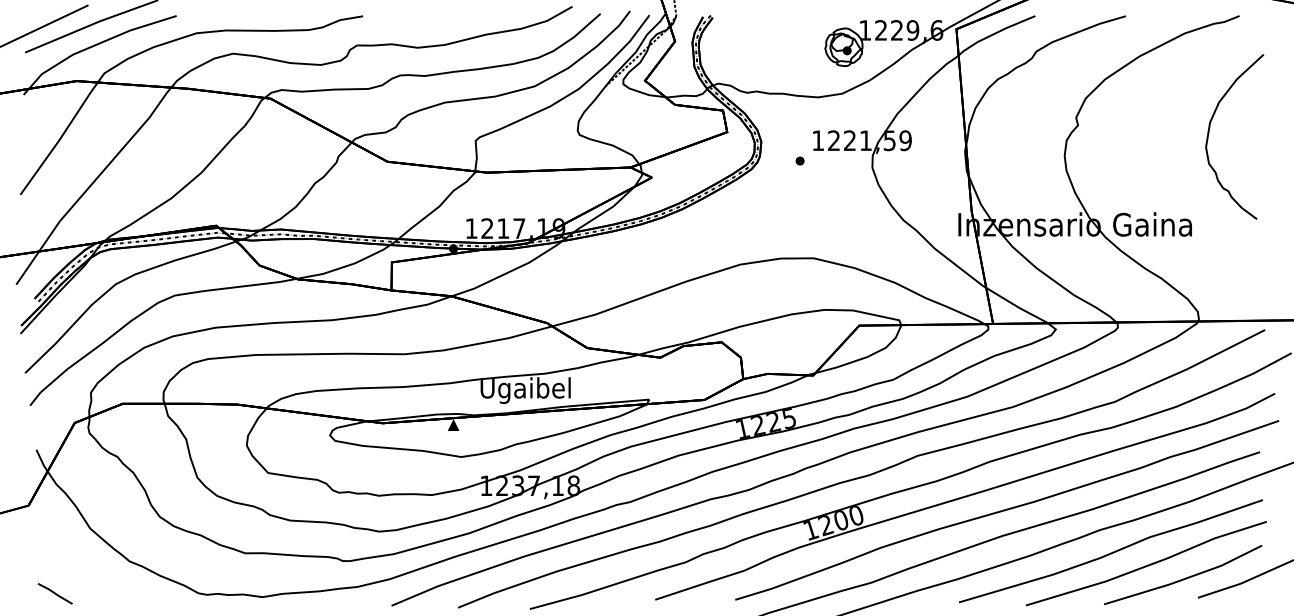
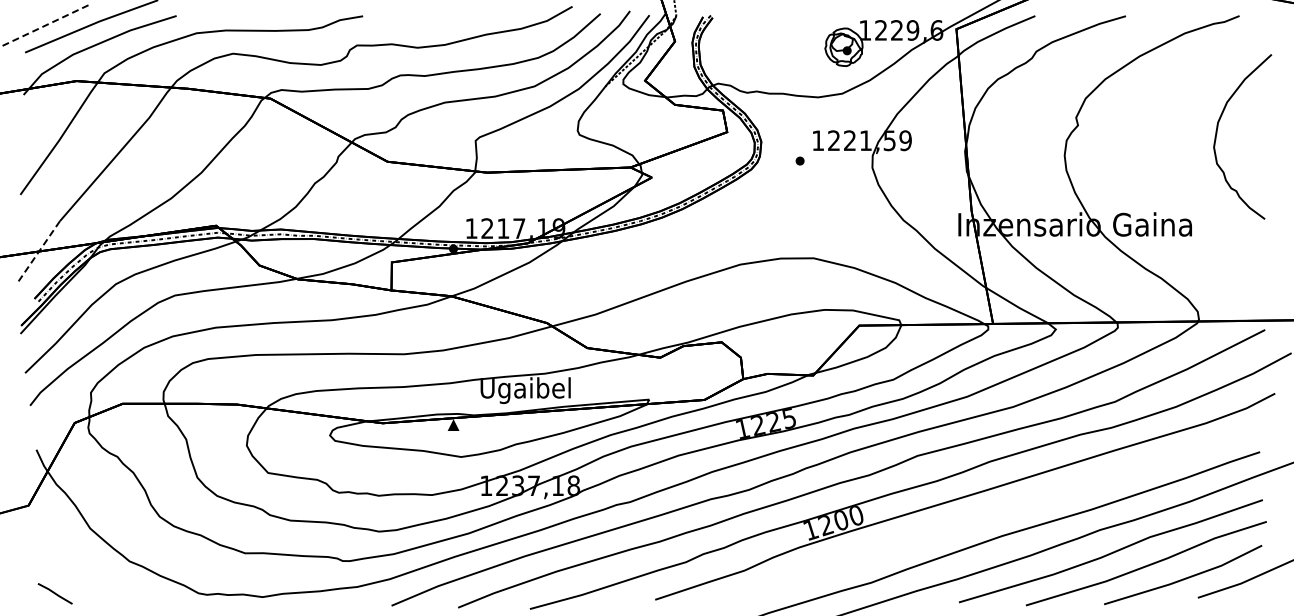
line at (44, 26): solid -> dashed
curve at (1209, 134) position: (1209, 134) -> (1217, 134)
line at (38, 252): solid -> dashed
curve at (1007, 510): present -> none
